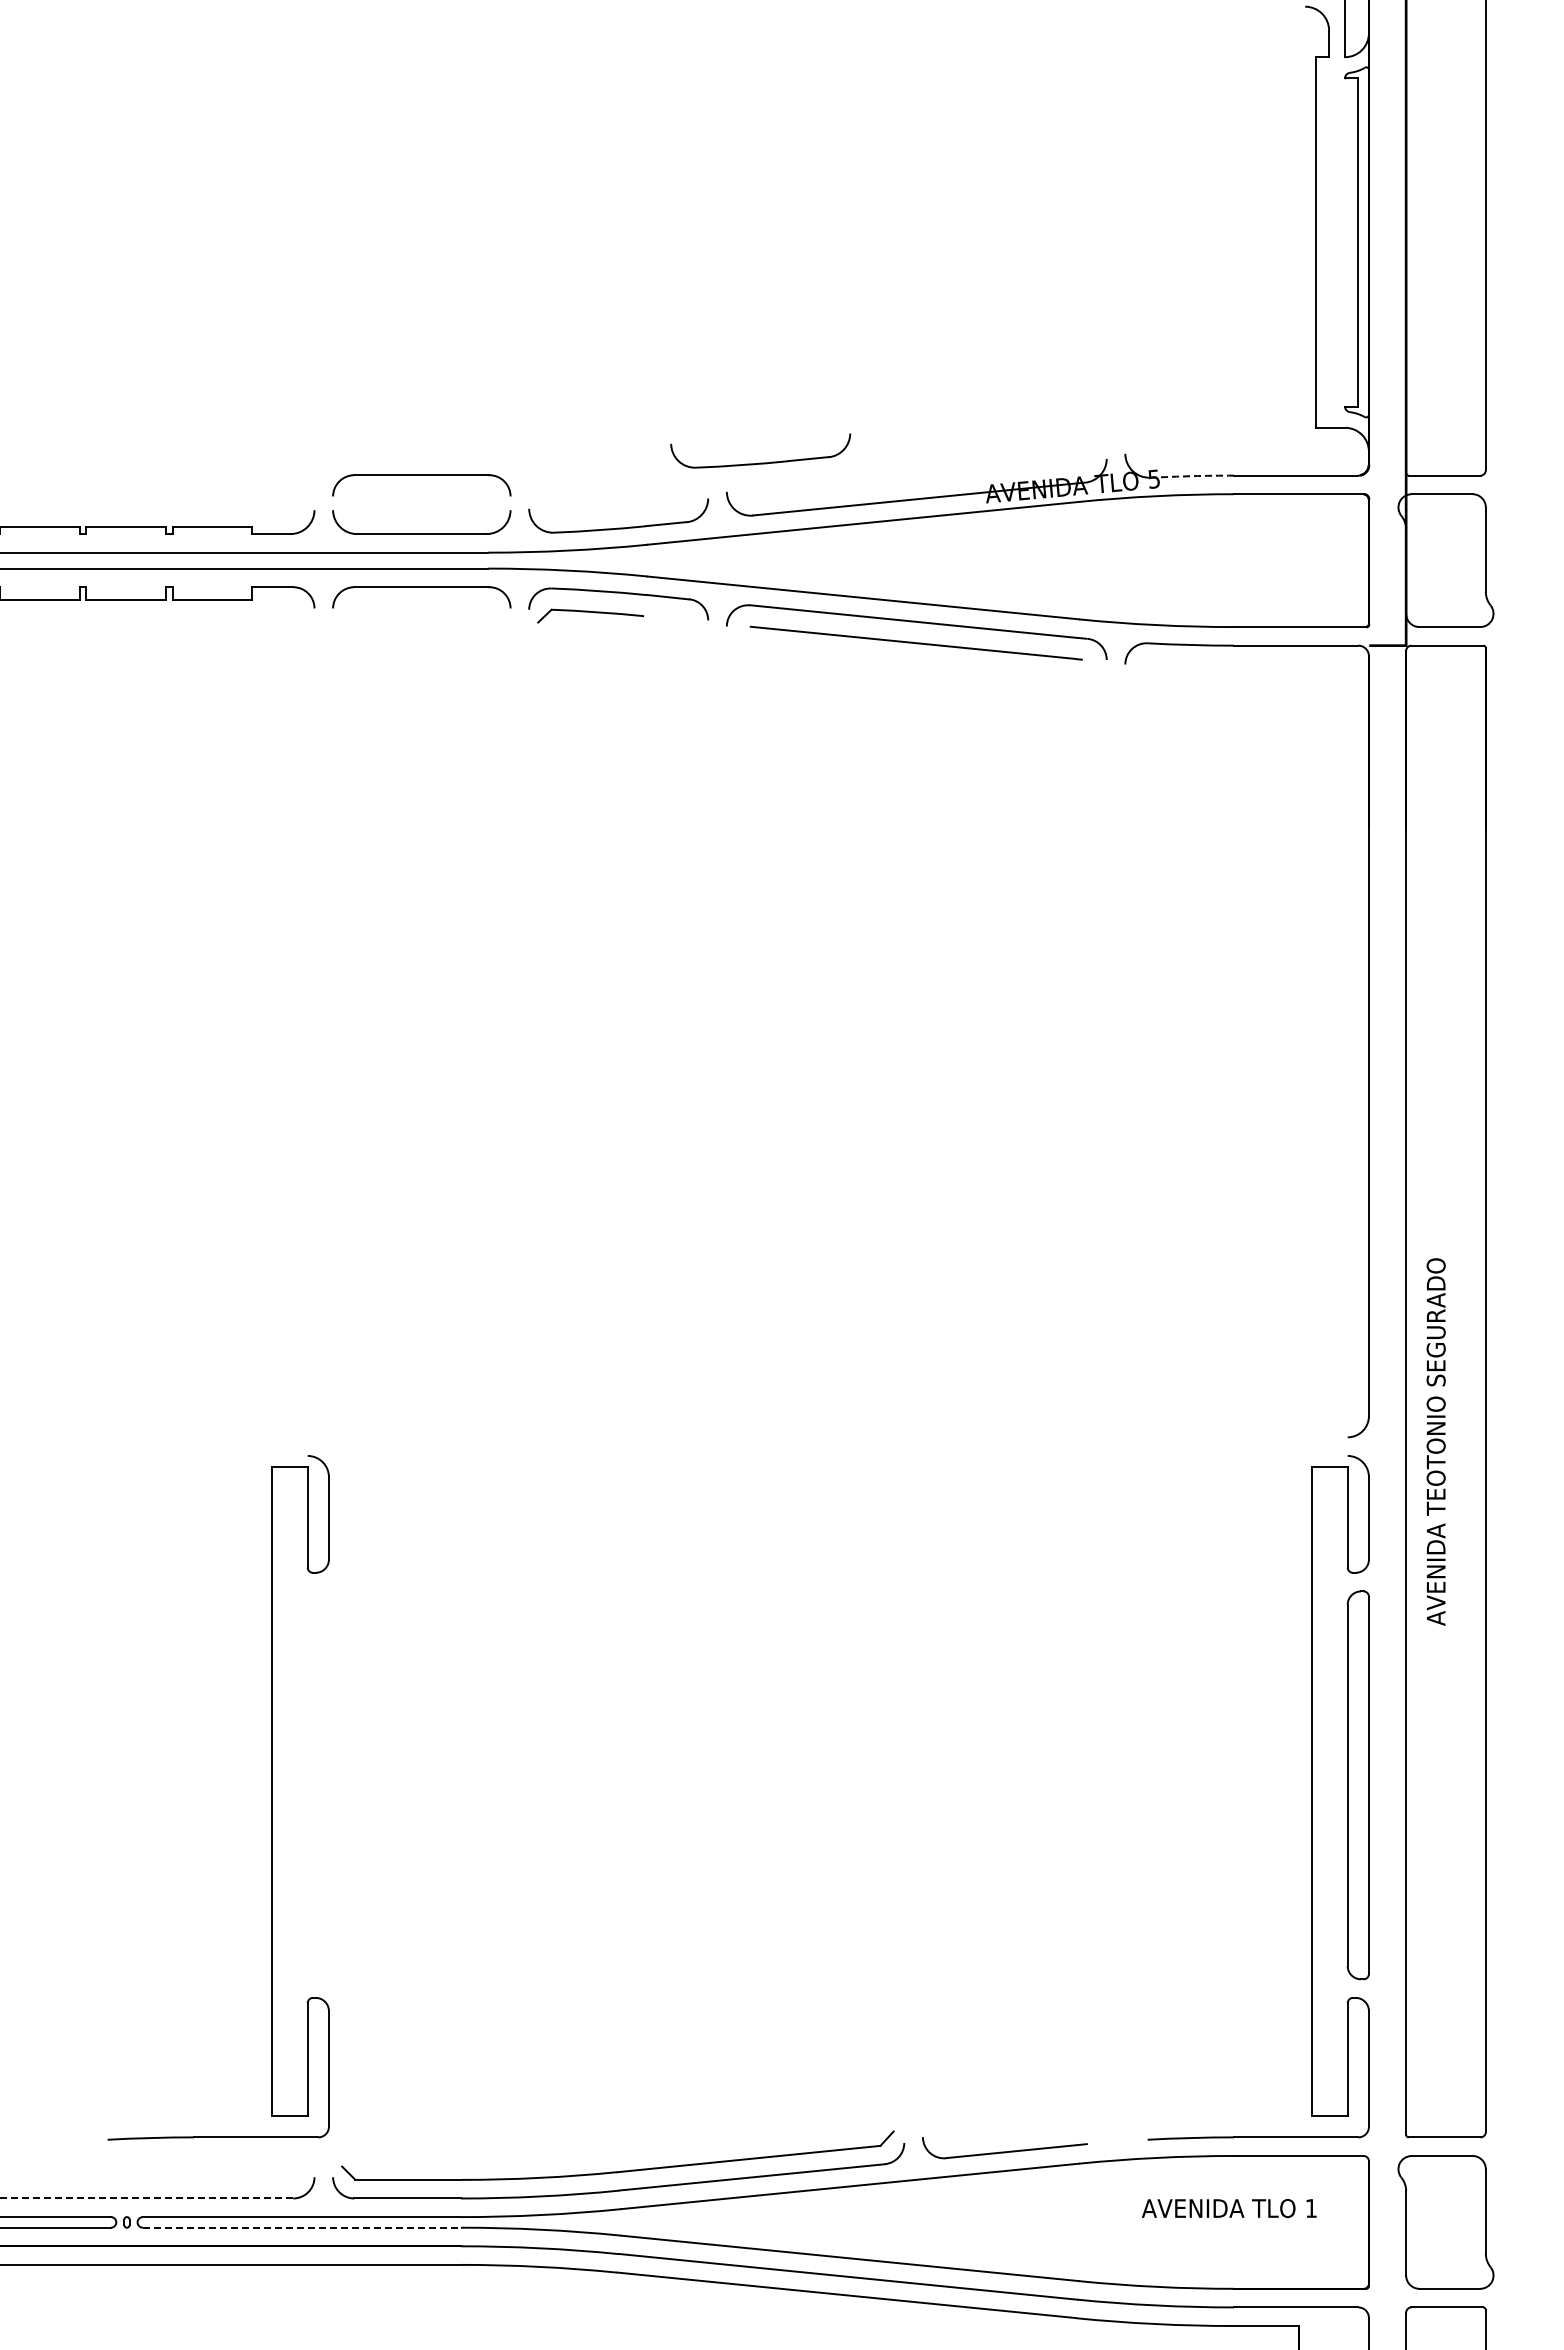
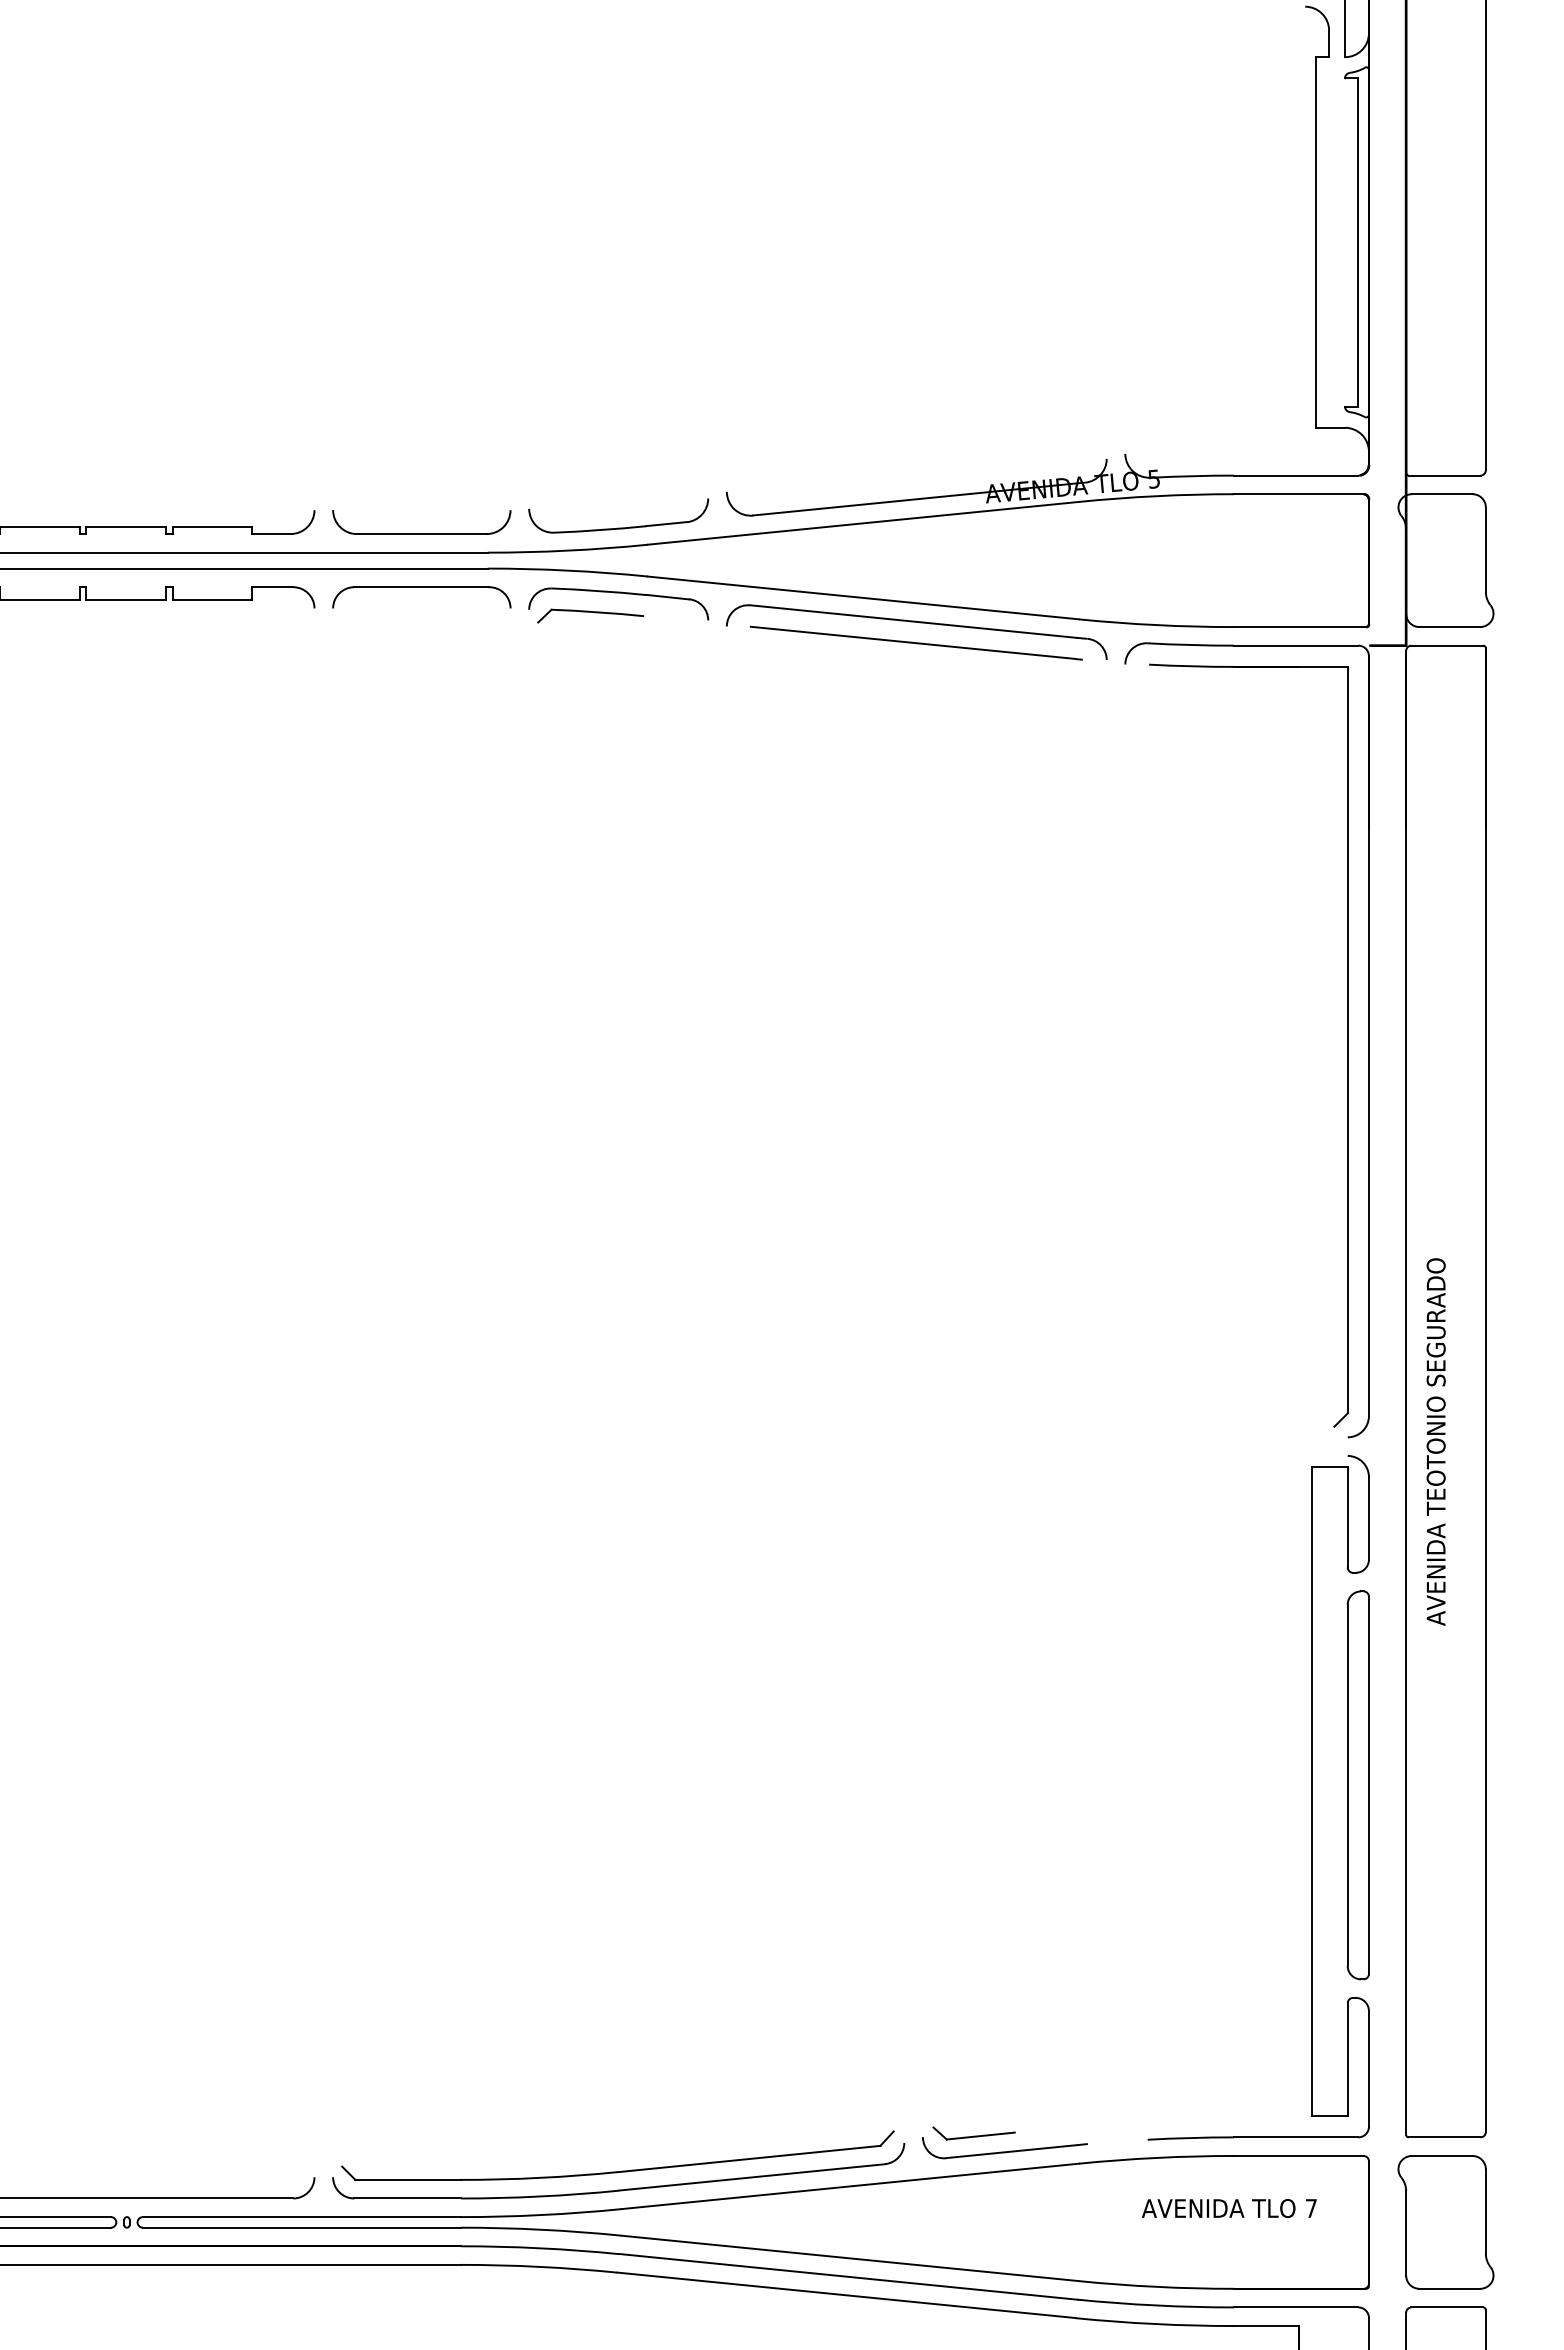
part at (760, 462): present -> none
part at (421, 475): present -> none
arc at (1192, 476): dashed -> solid
part at (1347, 1045): none -> present
part at (271, 1797): present -> none
part at (973, 2133): none -> present
line at (146, 2198): dashed -> solid
text at (1311, 2208): 1 -> 7
line at (302, 2227): dashed -> solid
